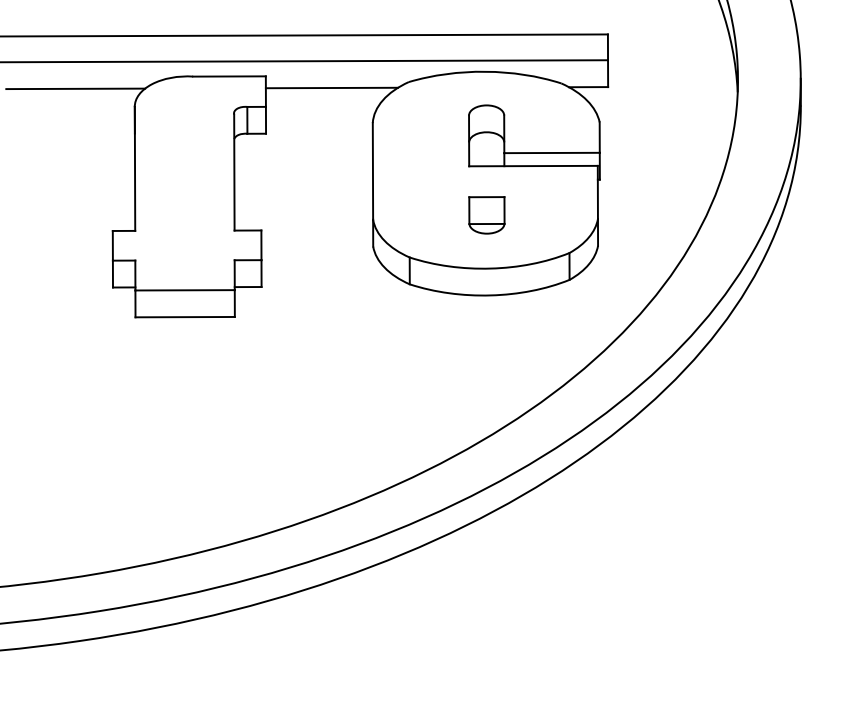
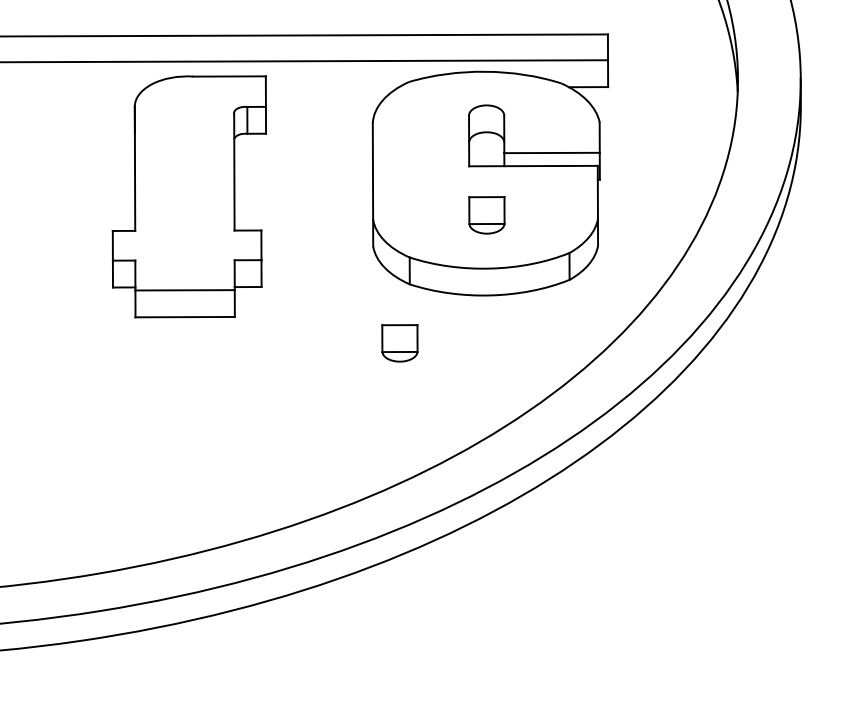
line at (331, 87): present -> none
line at (75, 88): present -> none
part at (399, 343): none -> present
